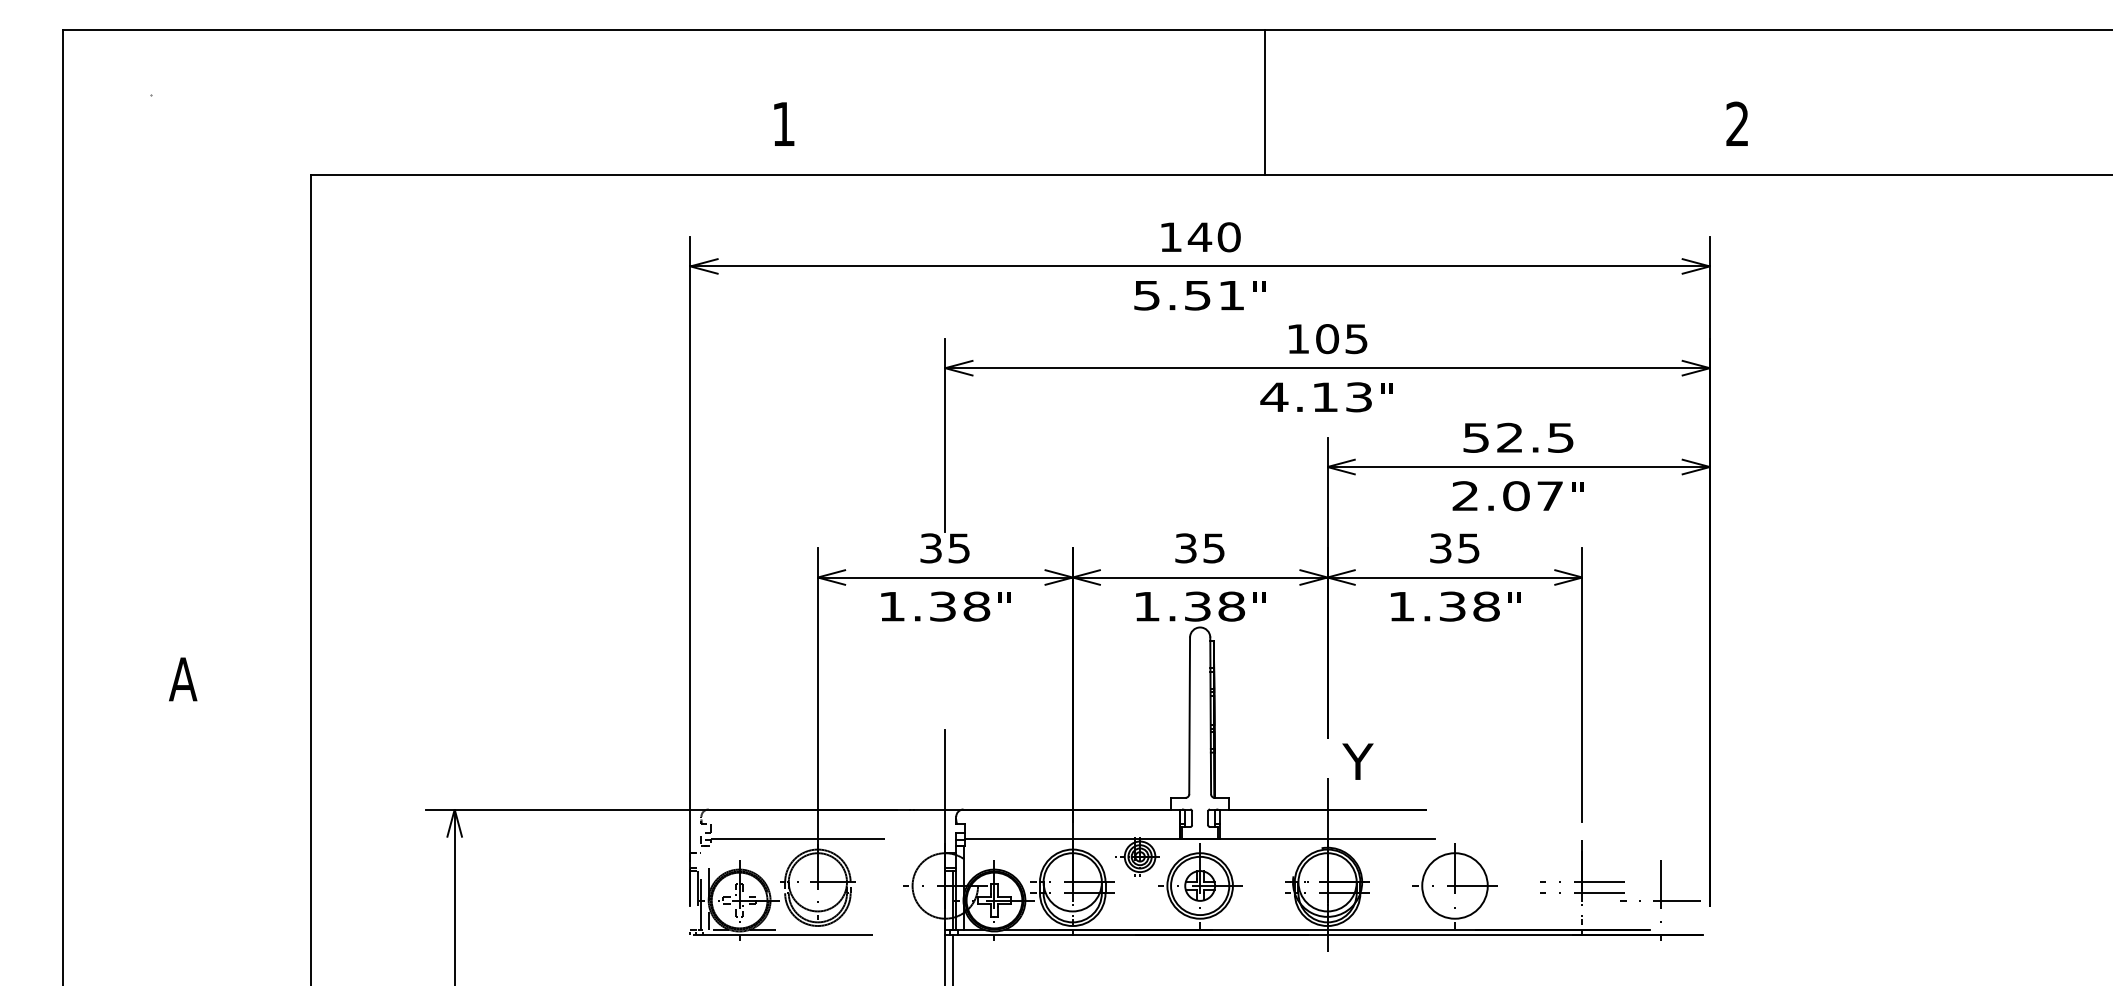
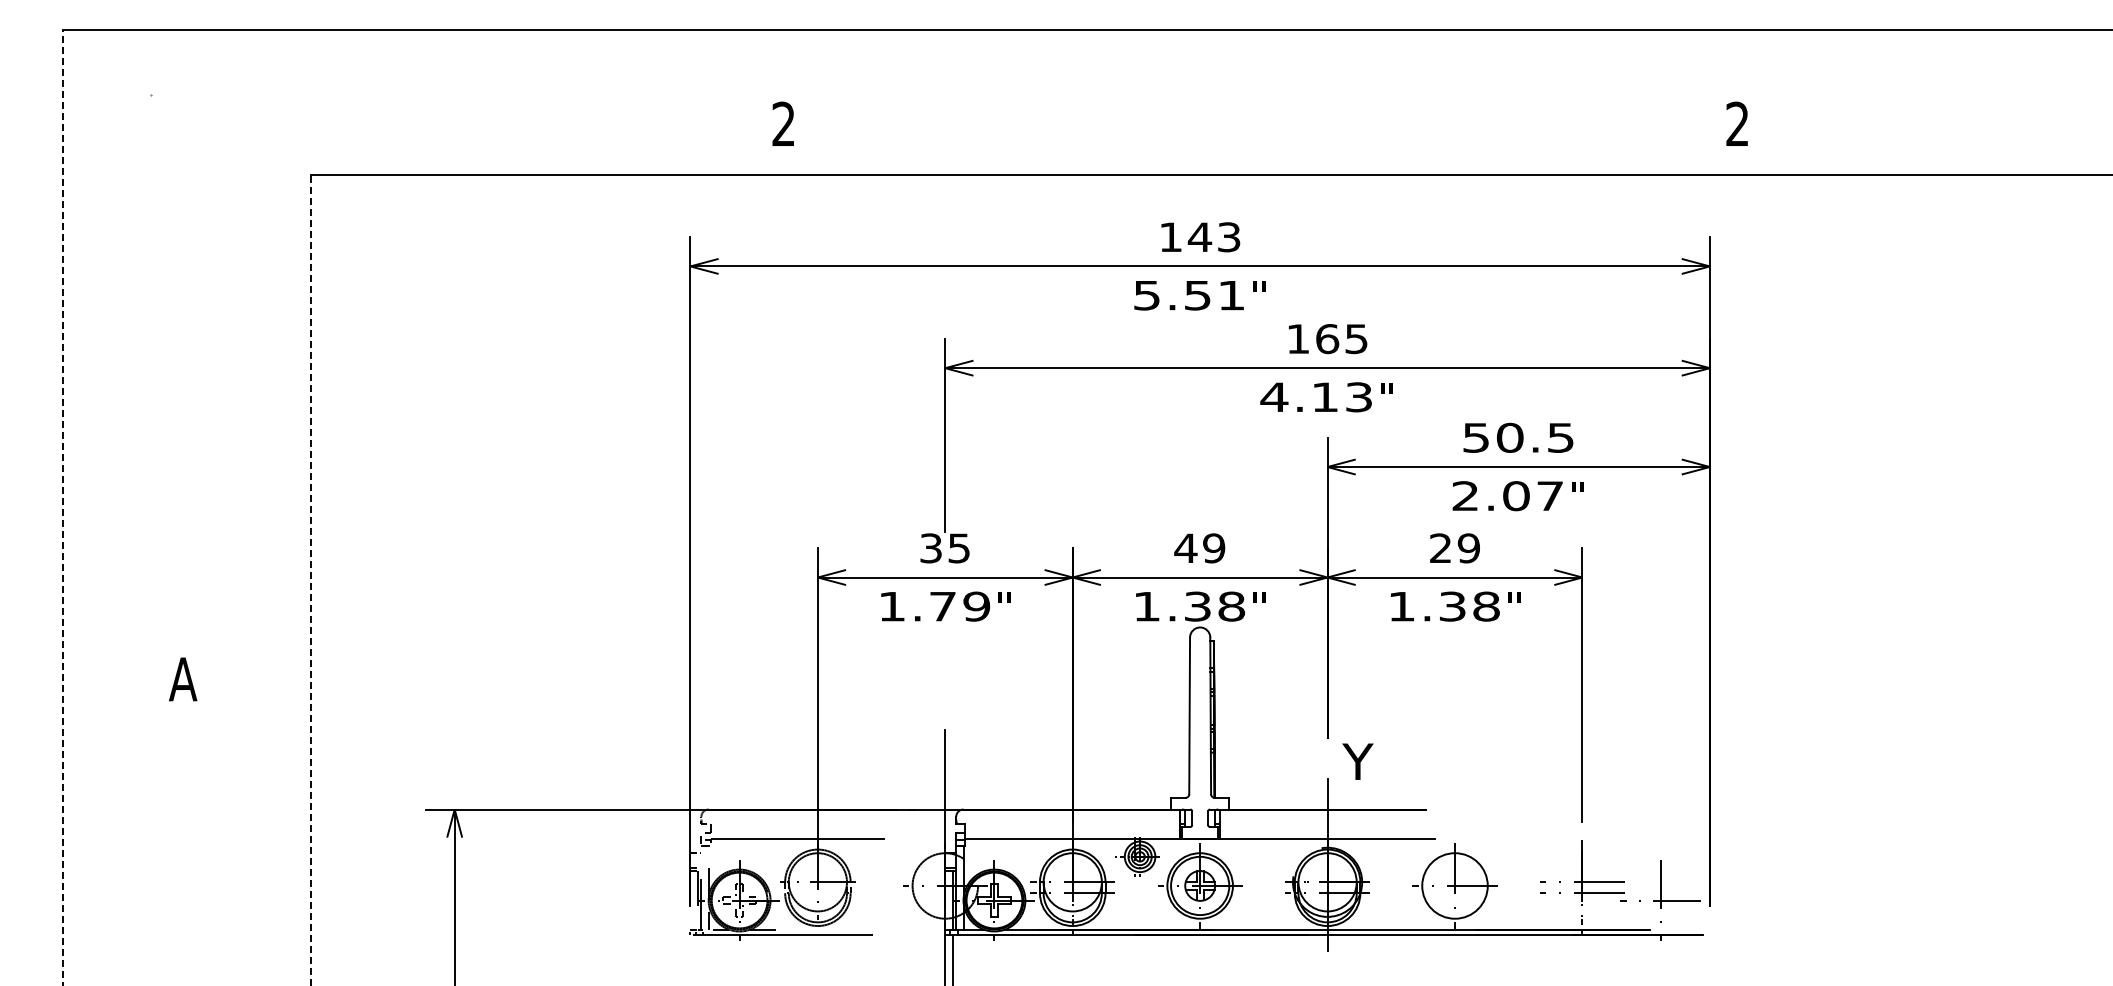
line at (1264, 102): present -> none
text at (783, 123): 1 -> 2
text at (1228, 237): 140 -> 143
text at (1327, 338): 105 -> 165
text at (1509, 437): 52.5 -> 50.5
line at (63, 507): solid -> dashed
text at (1199, 548): 35 -> 49
text at (1454, 548): 35 -> 29
line at (310, 580): solid -> dashed
text at (960, 606): 1.38 -> 1.79
